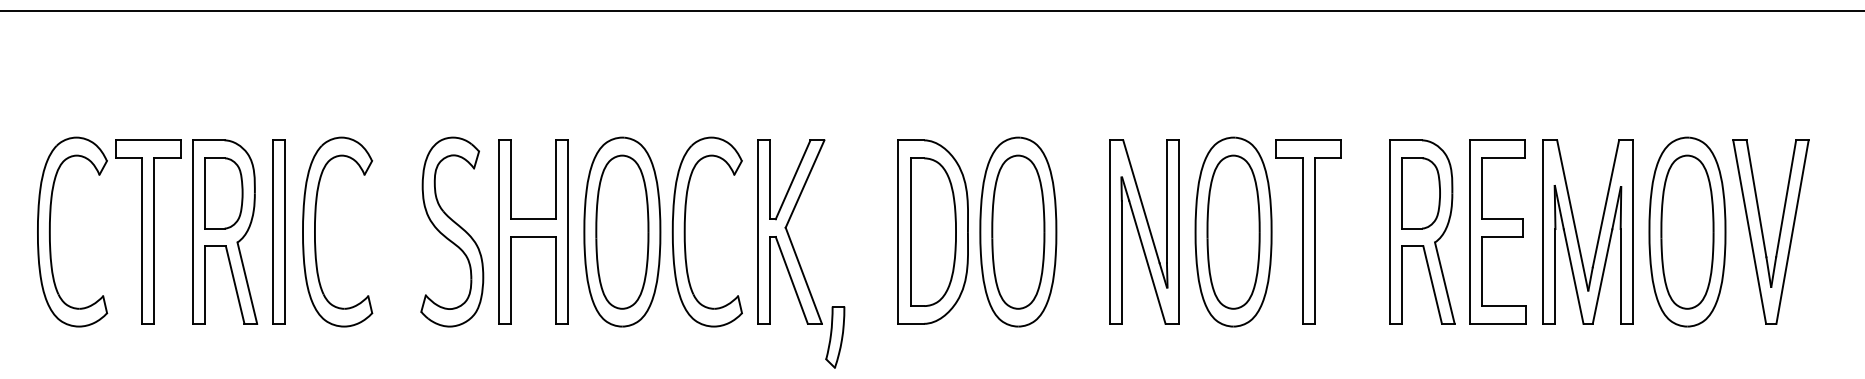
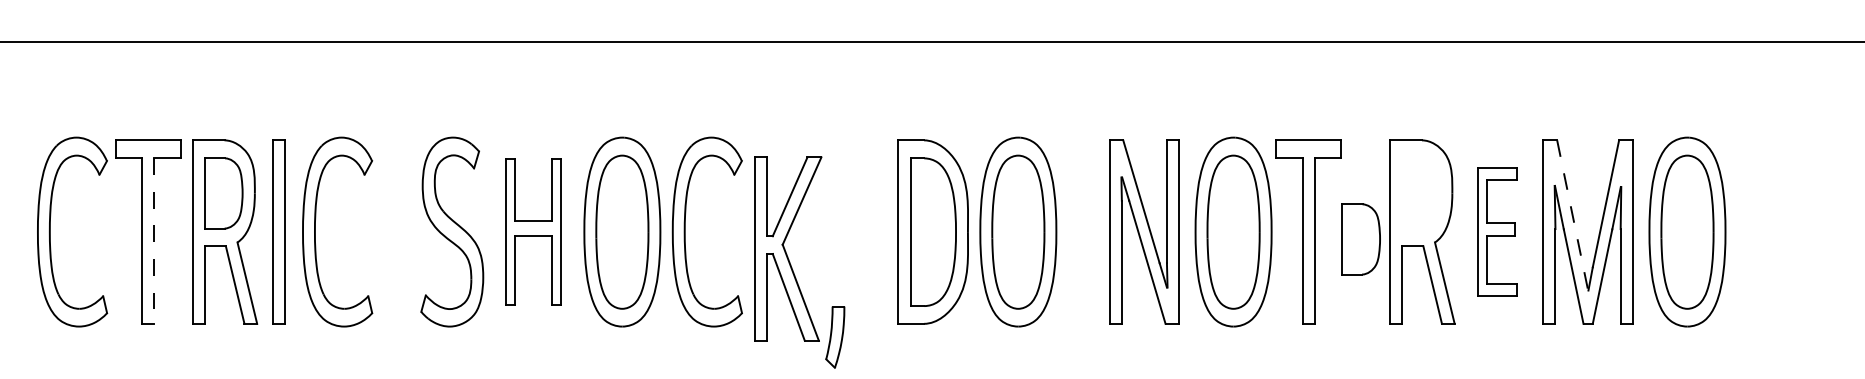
line at (931, 11) position: (931, 11) -> (931, 42)
part at (1420, 193) position: (1420, 193) -> (1360, 239)
line at (1572, 215): solid -> dashed
part at (533, 231) size: 71x186 px -> 57x148 px
part at (791, 231) position: (791, 231) -> (788, 248)
part at (1497, 231) size: 58x186 px -> 41x130 px
part at (1763, 232): present -> none
line at (154, 240): solid -> dashed
